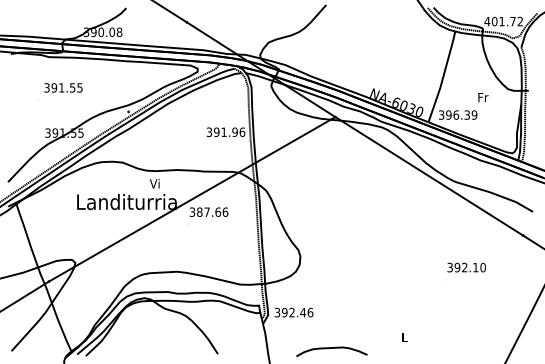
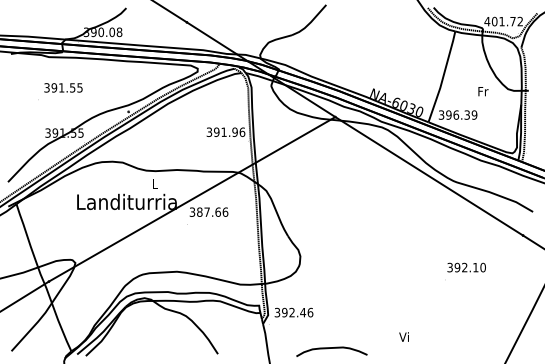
text at (483, 97) position: (483, 97) -> (483, 91)
text at (154, 183): Vi -> L
text at (403, 336): L -> Vi
